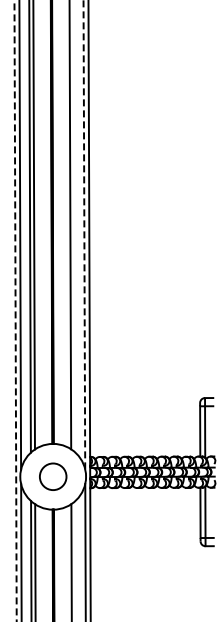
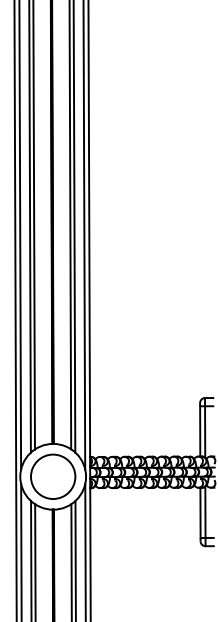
line at (74, 227): none -> present
line at (84, 234): dashed -> solid
line at (15, 310): dashed -> solid
circle at (52, 476) diameter: 27 px -> 44 px
line at (75, 559): none -> present
